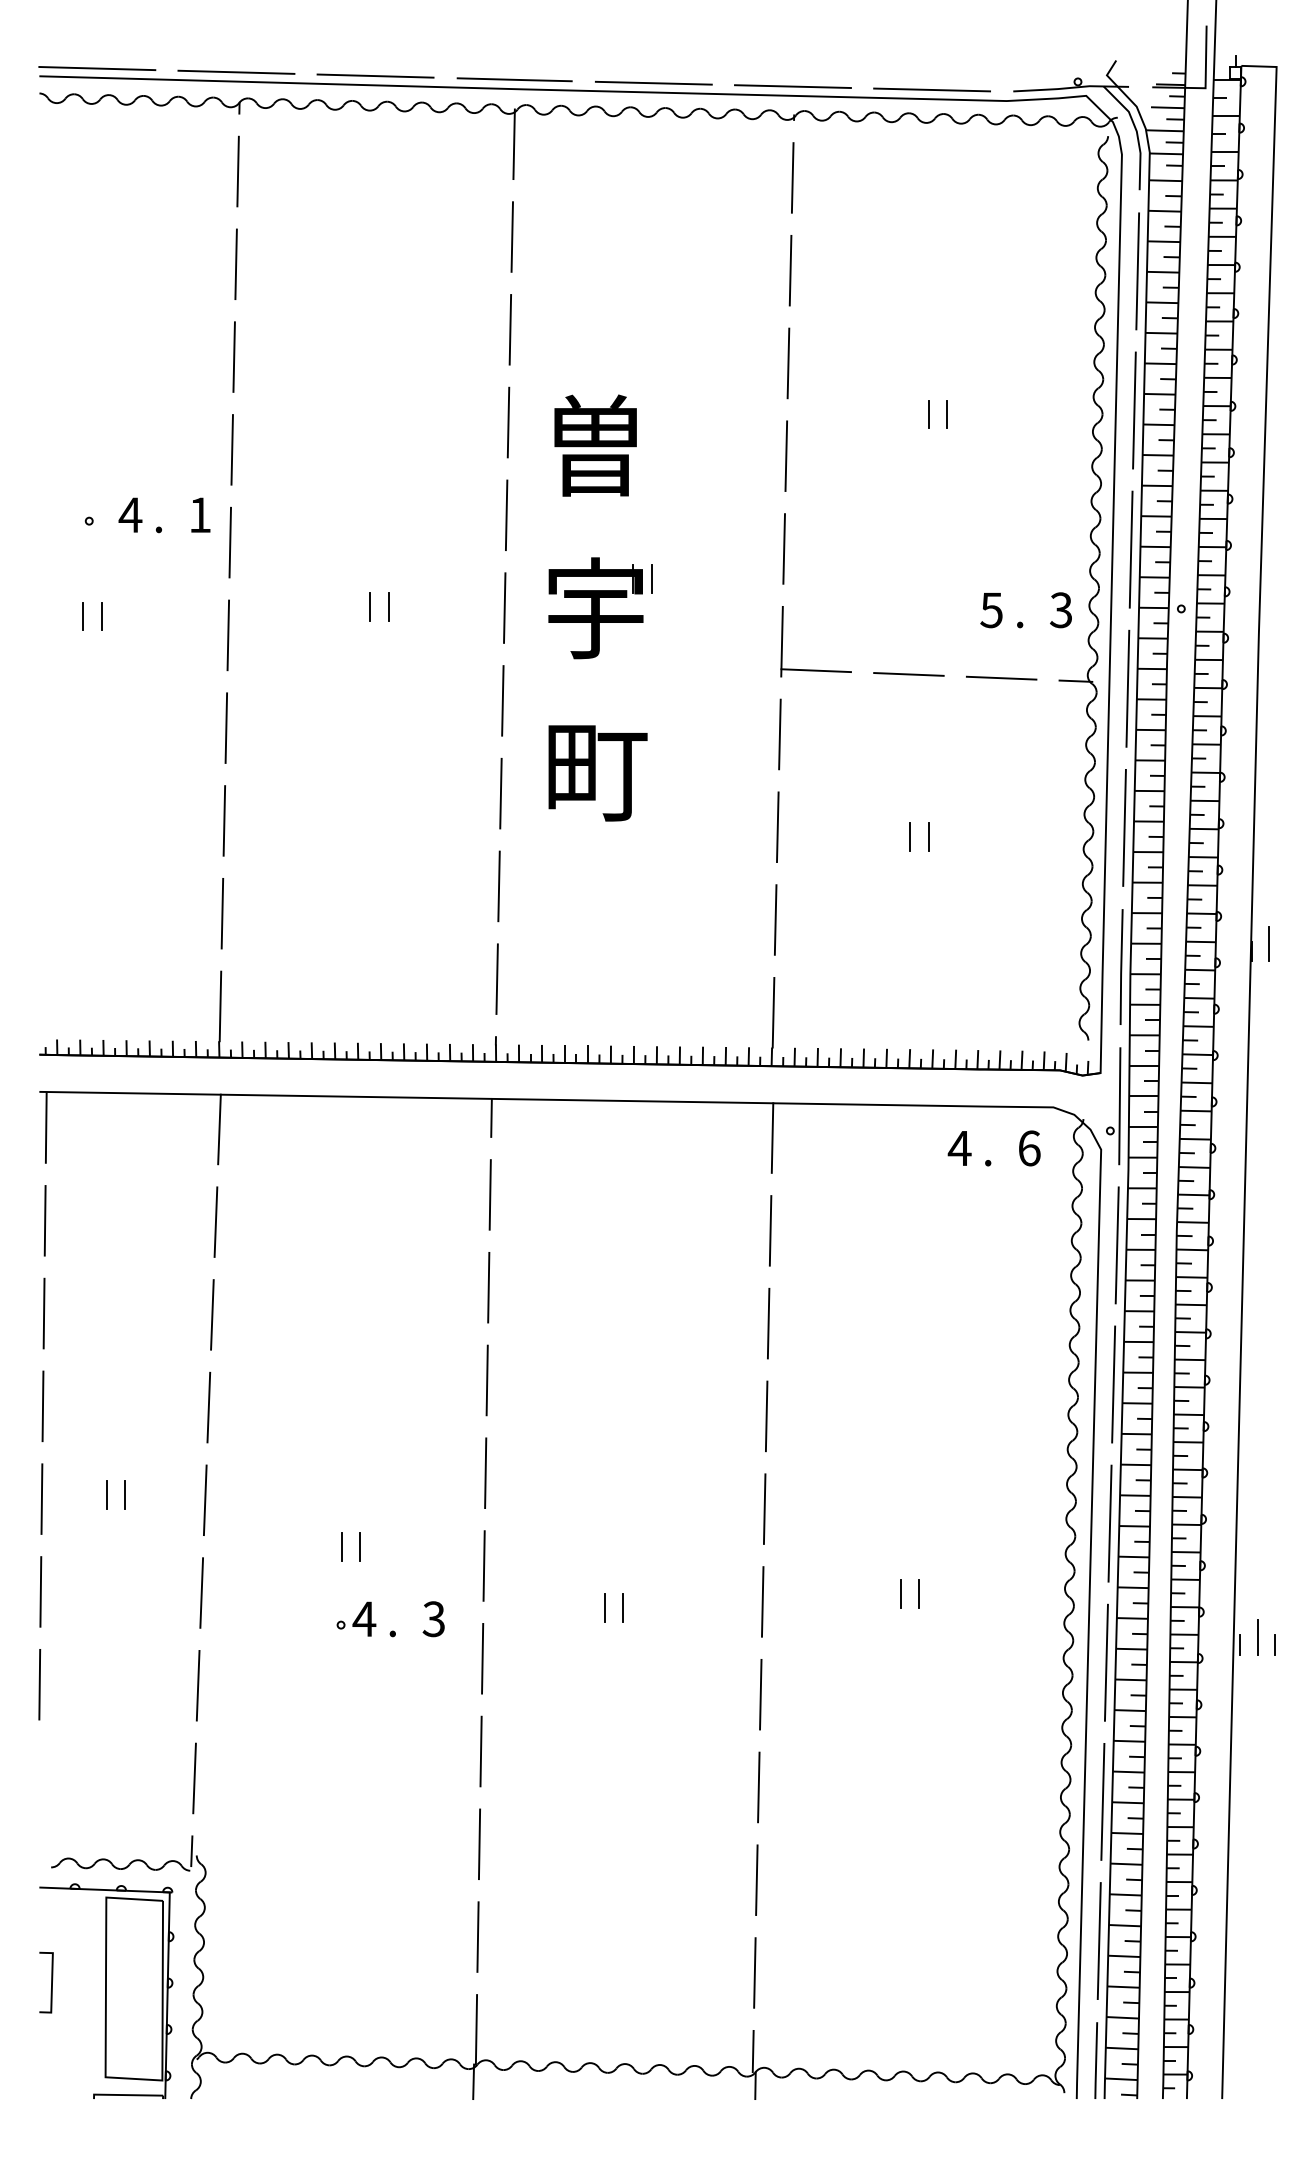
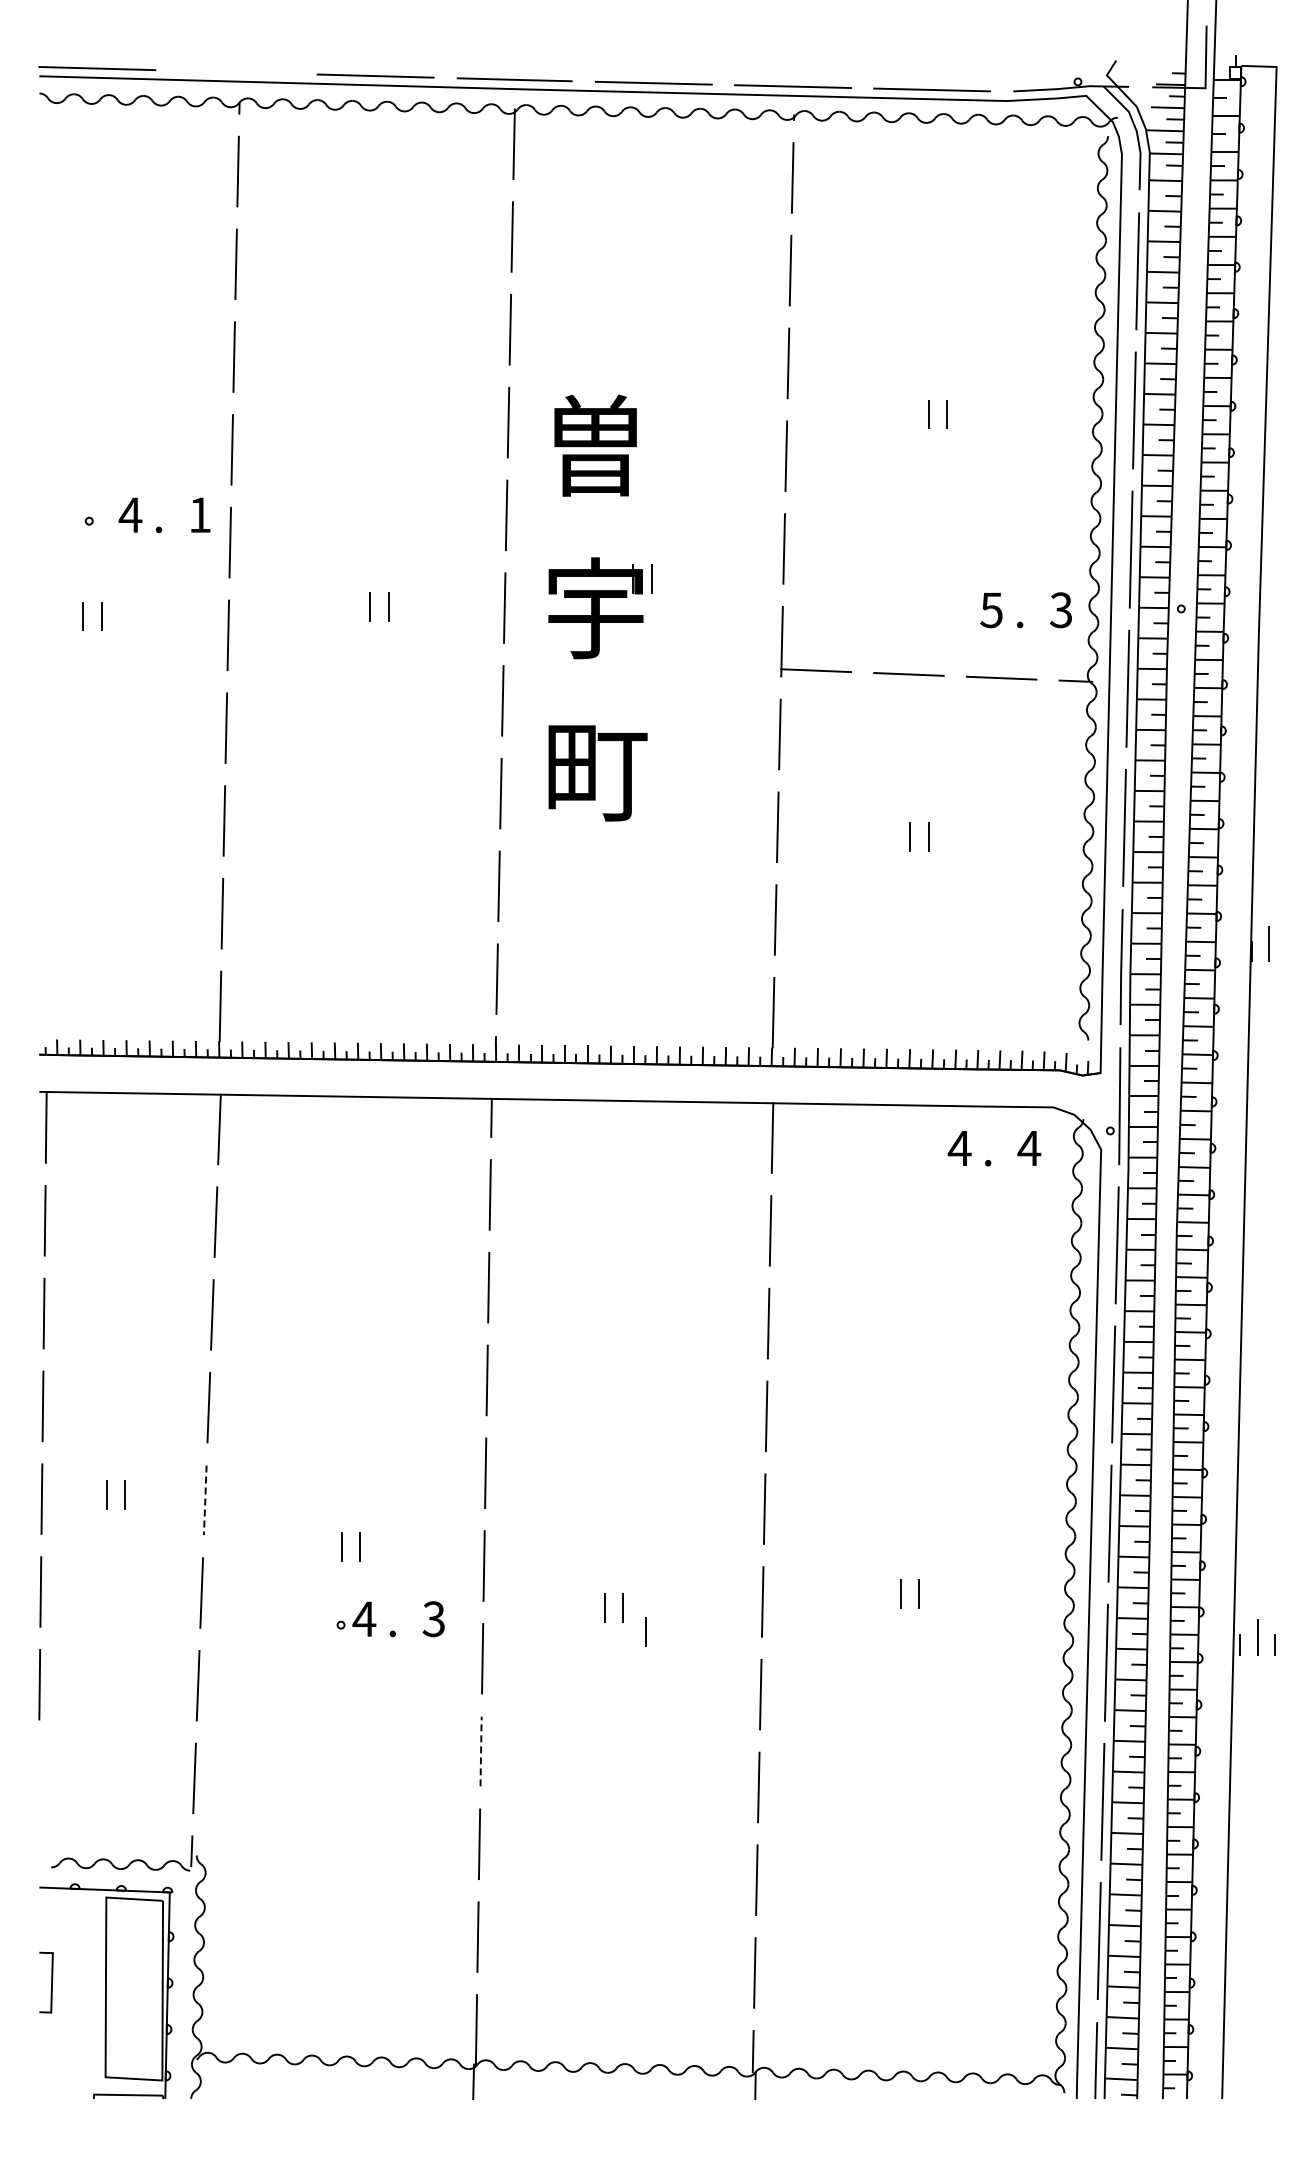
line at (236, 71): present -> none
text at (1029, 1148): 6 -> 4
line at (205, 1500): solid -> dashed
line at (645, 1631): none -> present
line at (481, 1751): solid -> dashed
